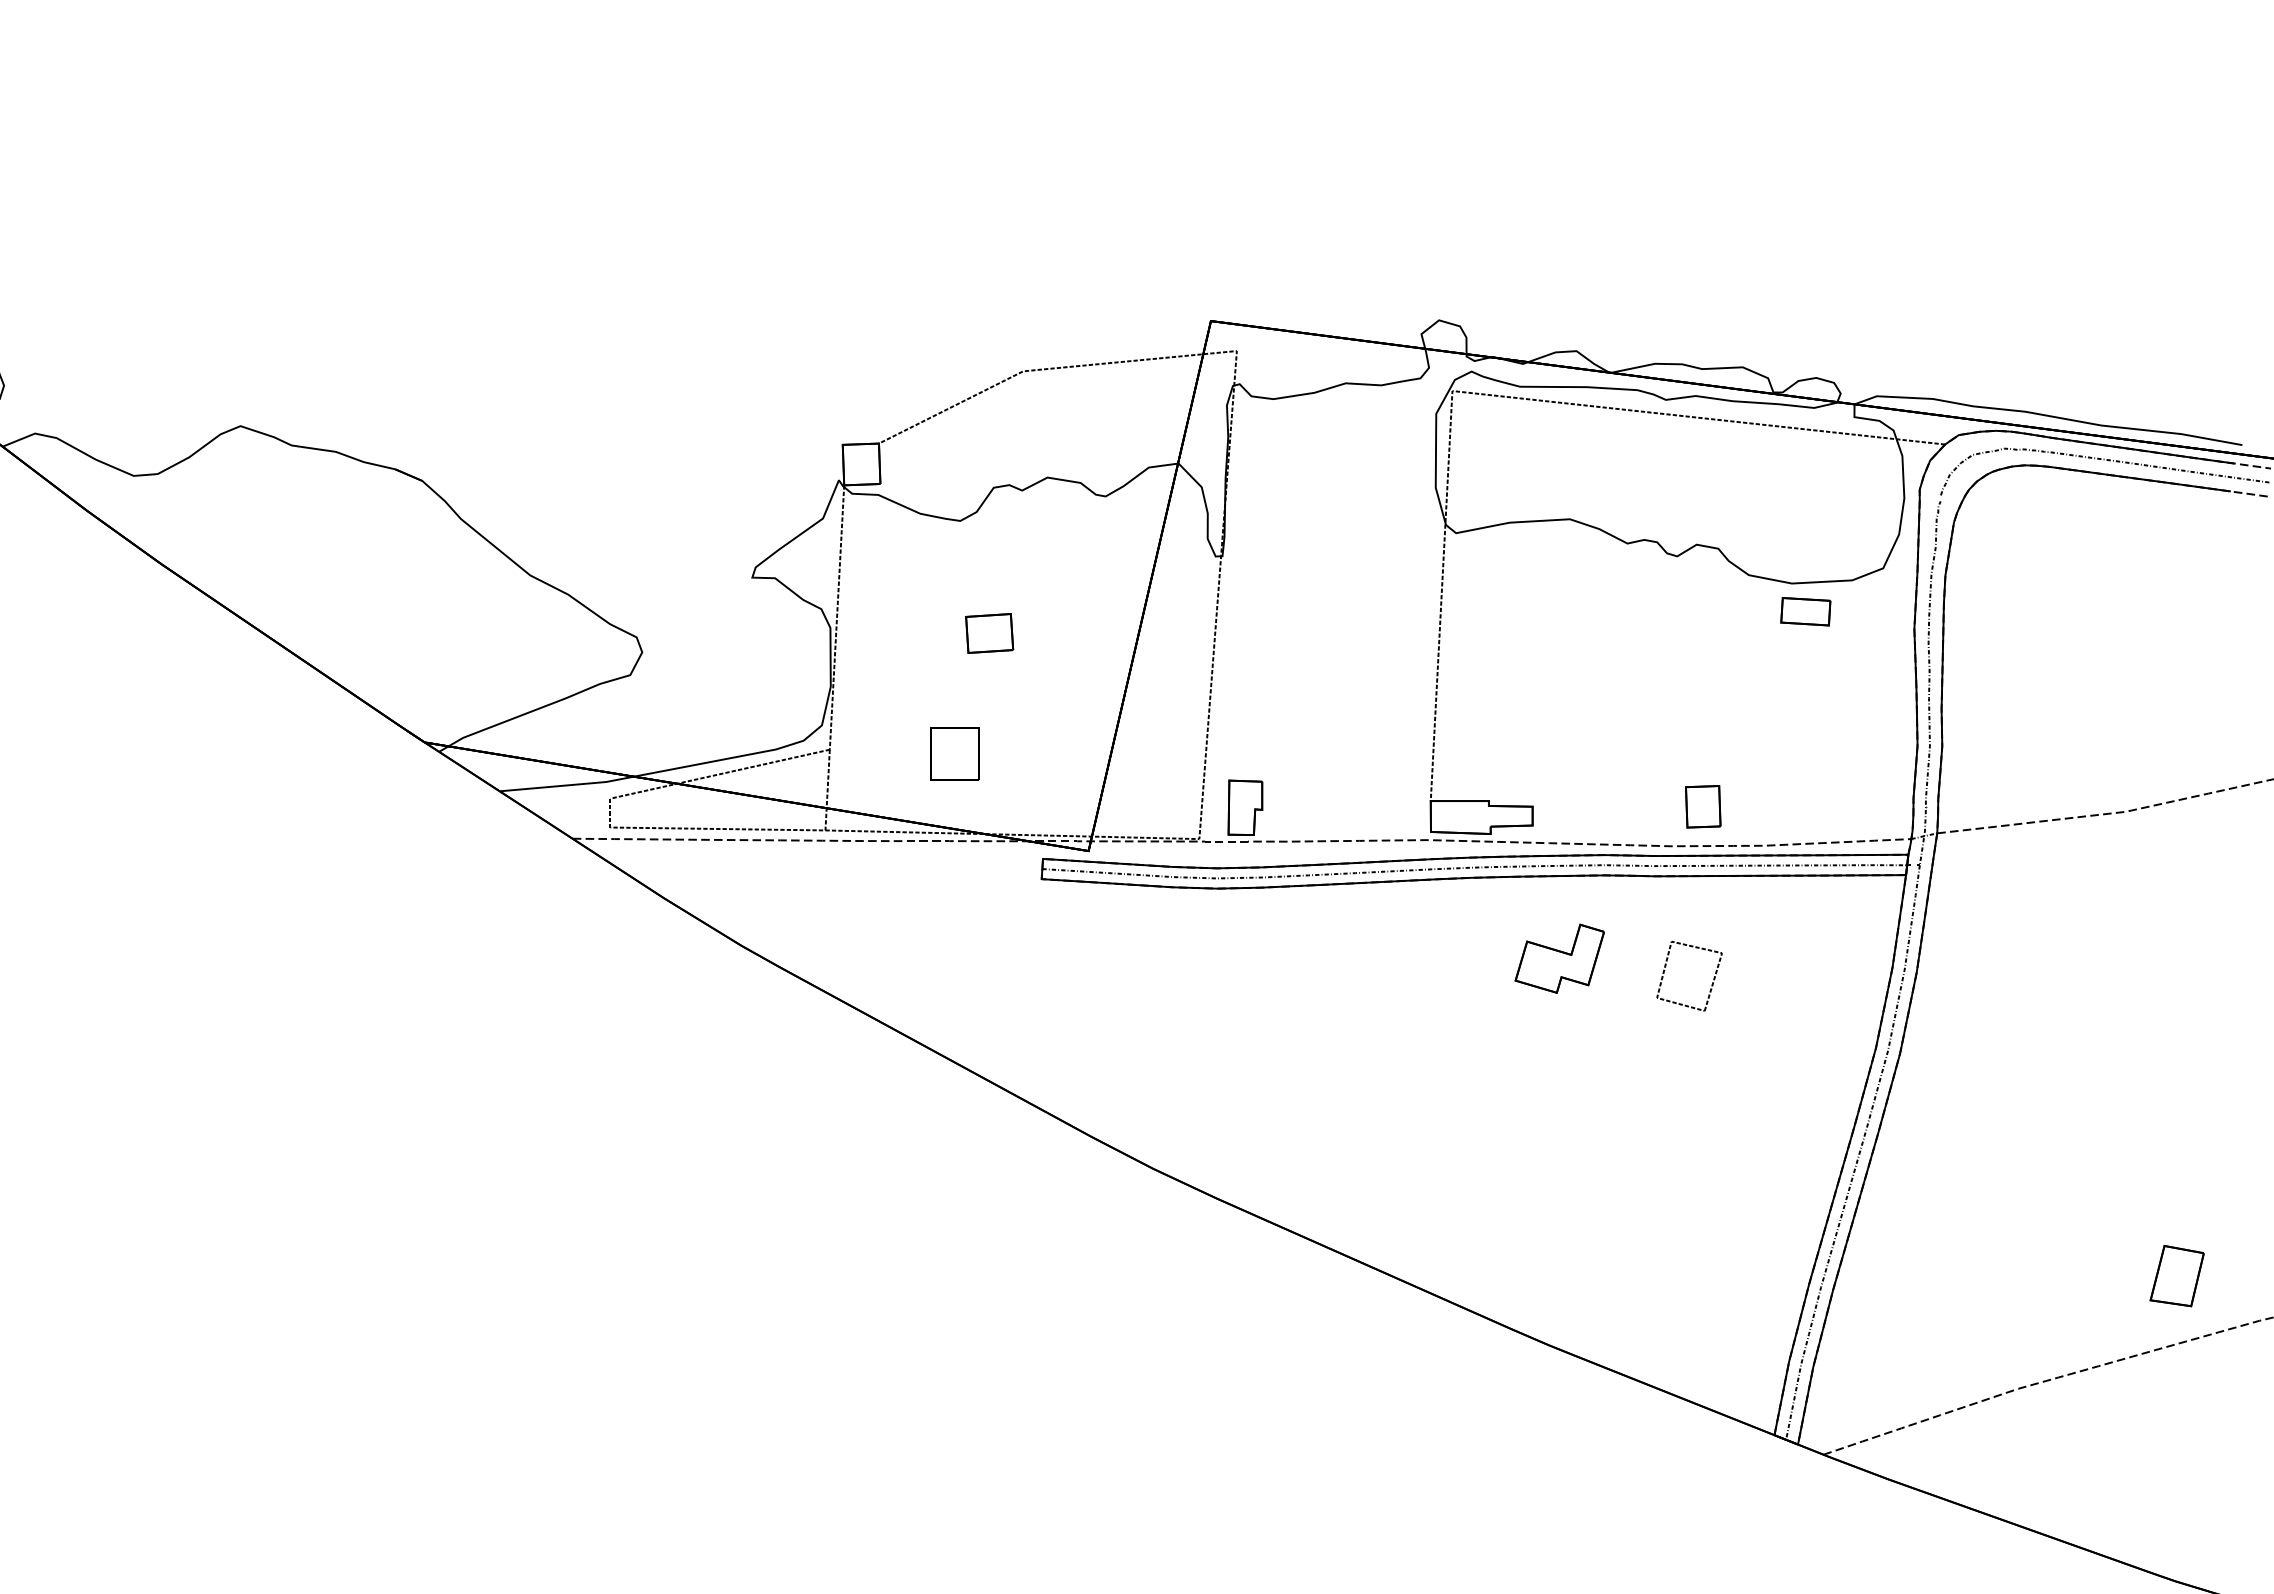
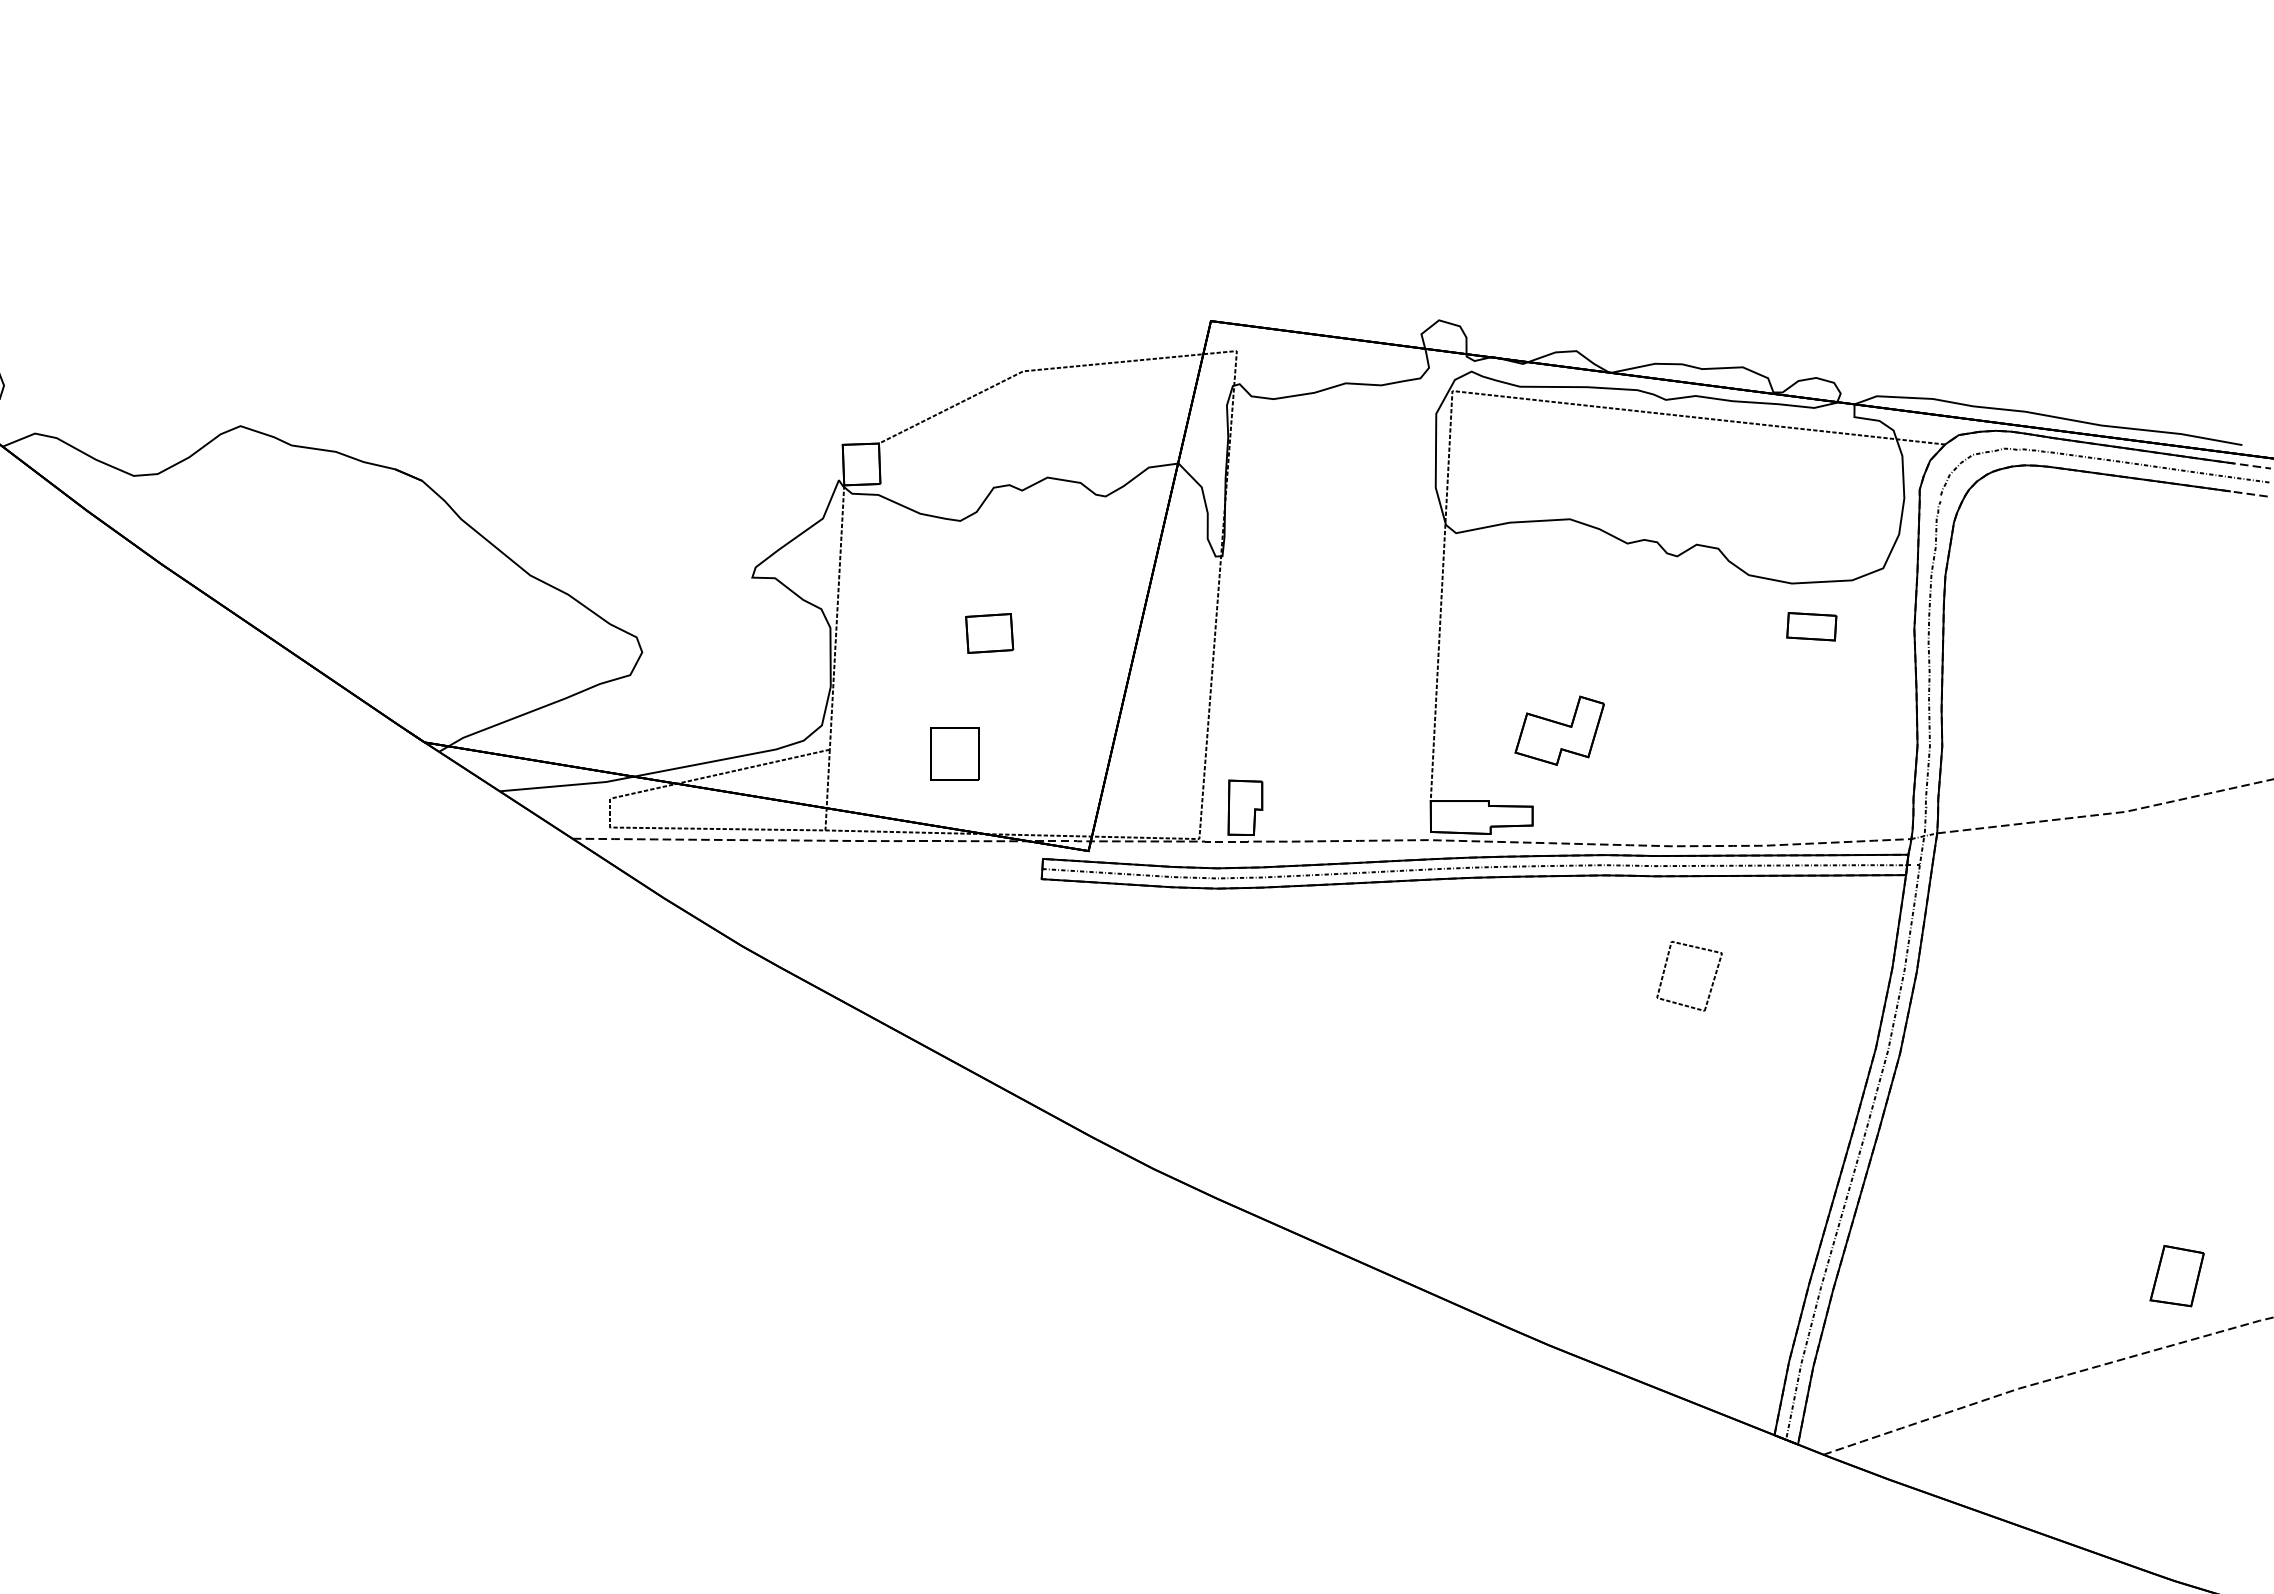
part at (1805, 611) position: (1805, 611) -> (1811, 626)
part at (1703, 806): present -> none
part at (1559, 958) position: (1559, 958) -> (1559, 730)
